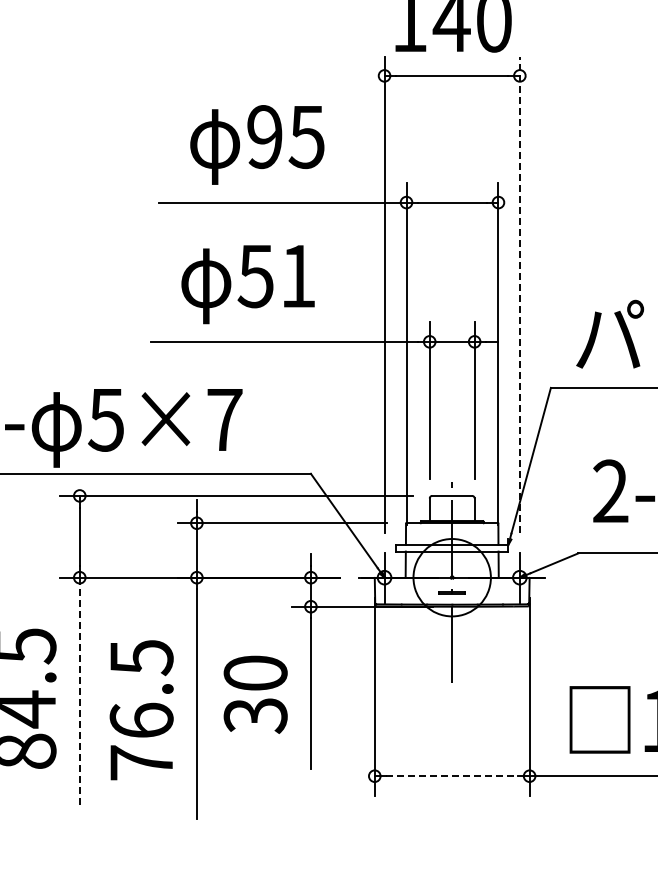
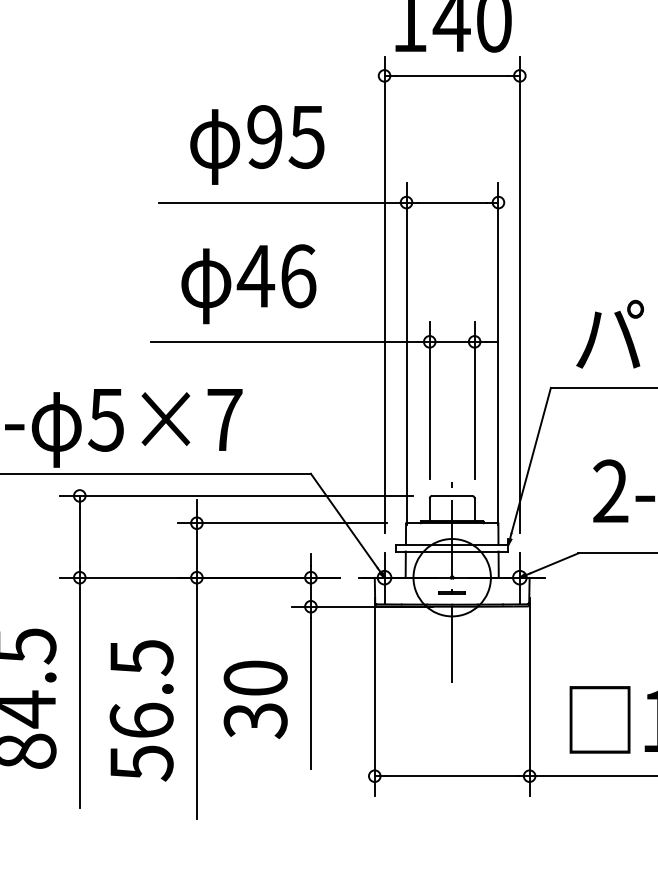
text at (276, 276): 51 -> 46
line at (519, 294): dashed -> solid
line at (79, 693): dashed -> solid
text at (255, 694) position: (255, 694) -> (255, 699)
text at (141, 763): 76.5 -> 56.5
line at (452, 776): dashed -> solid
